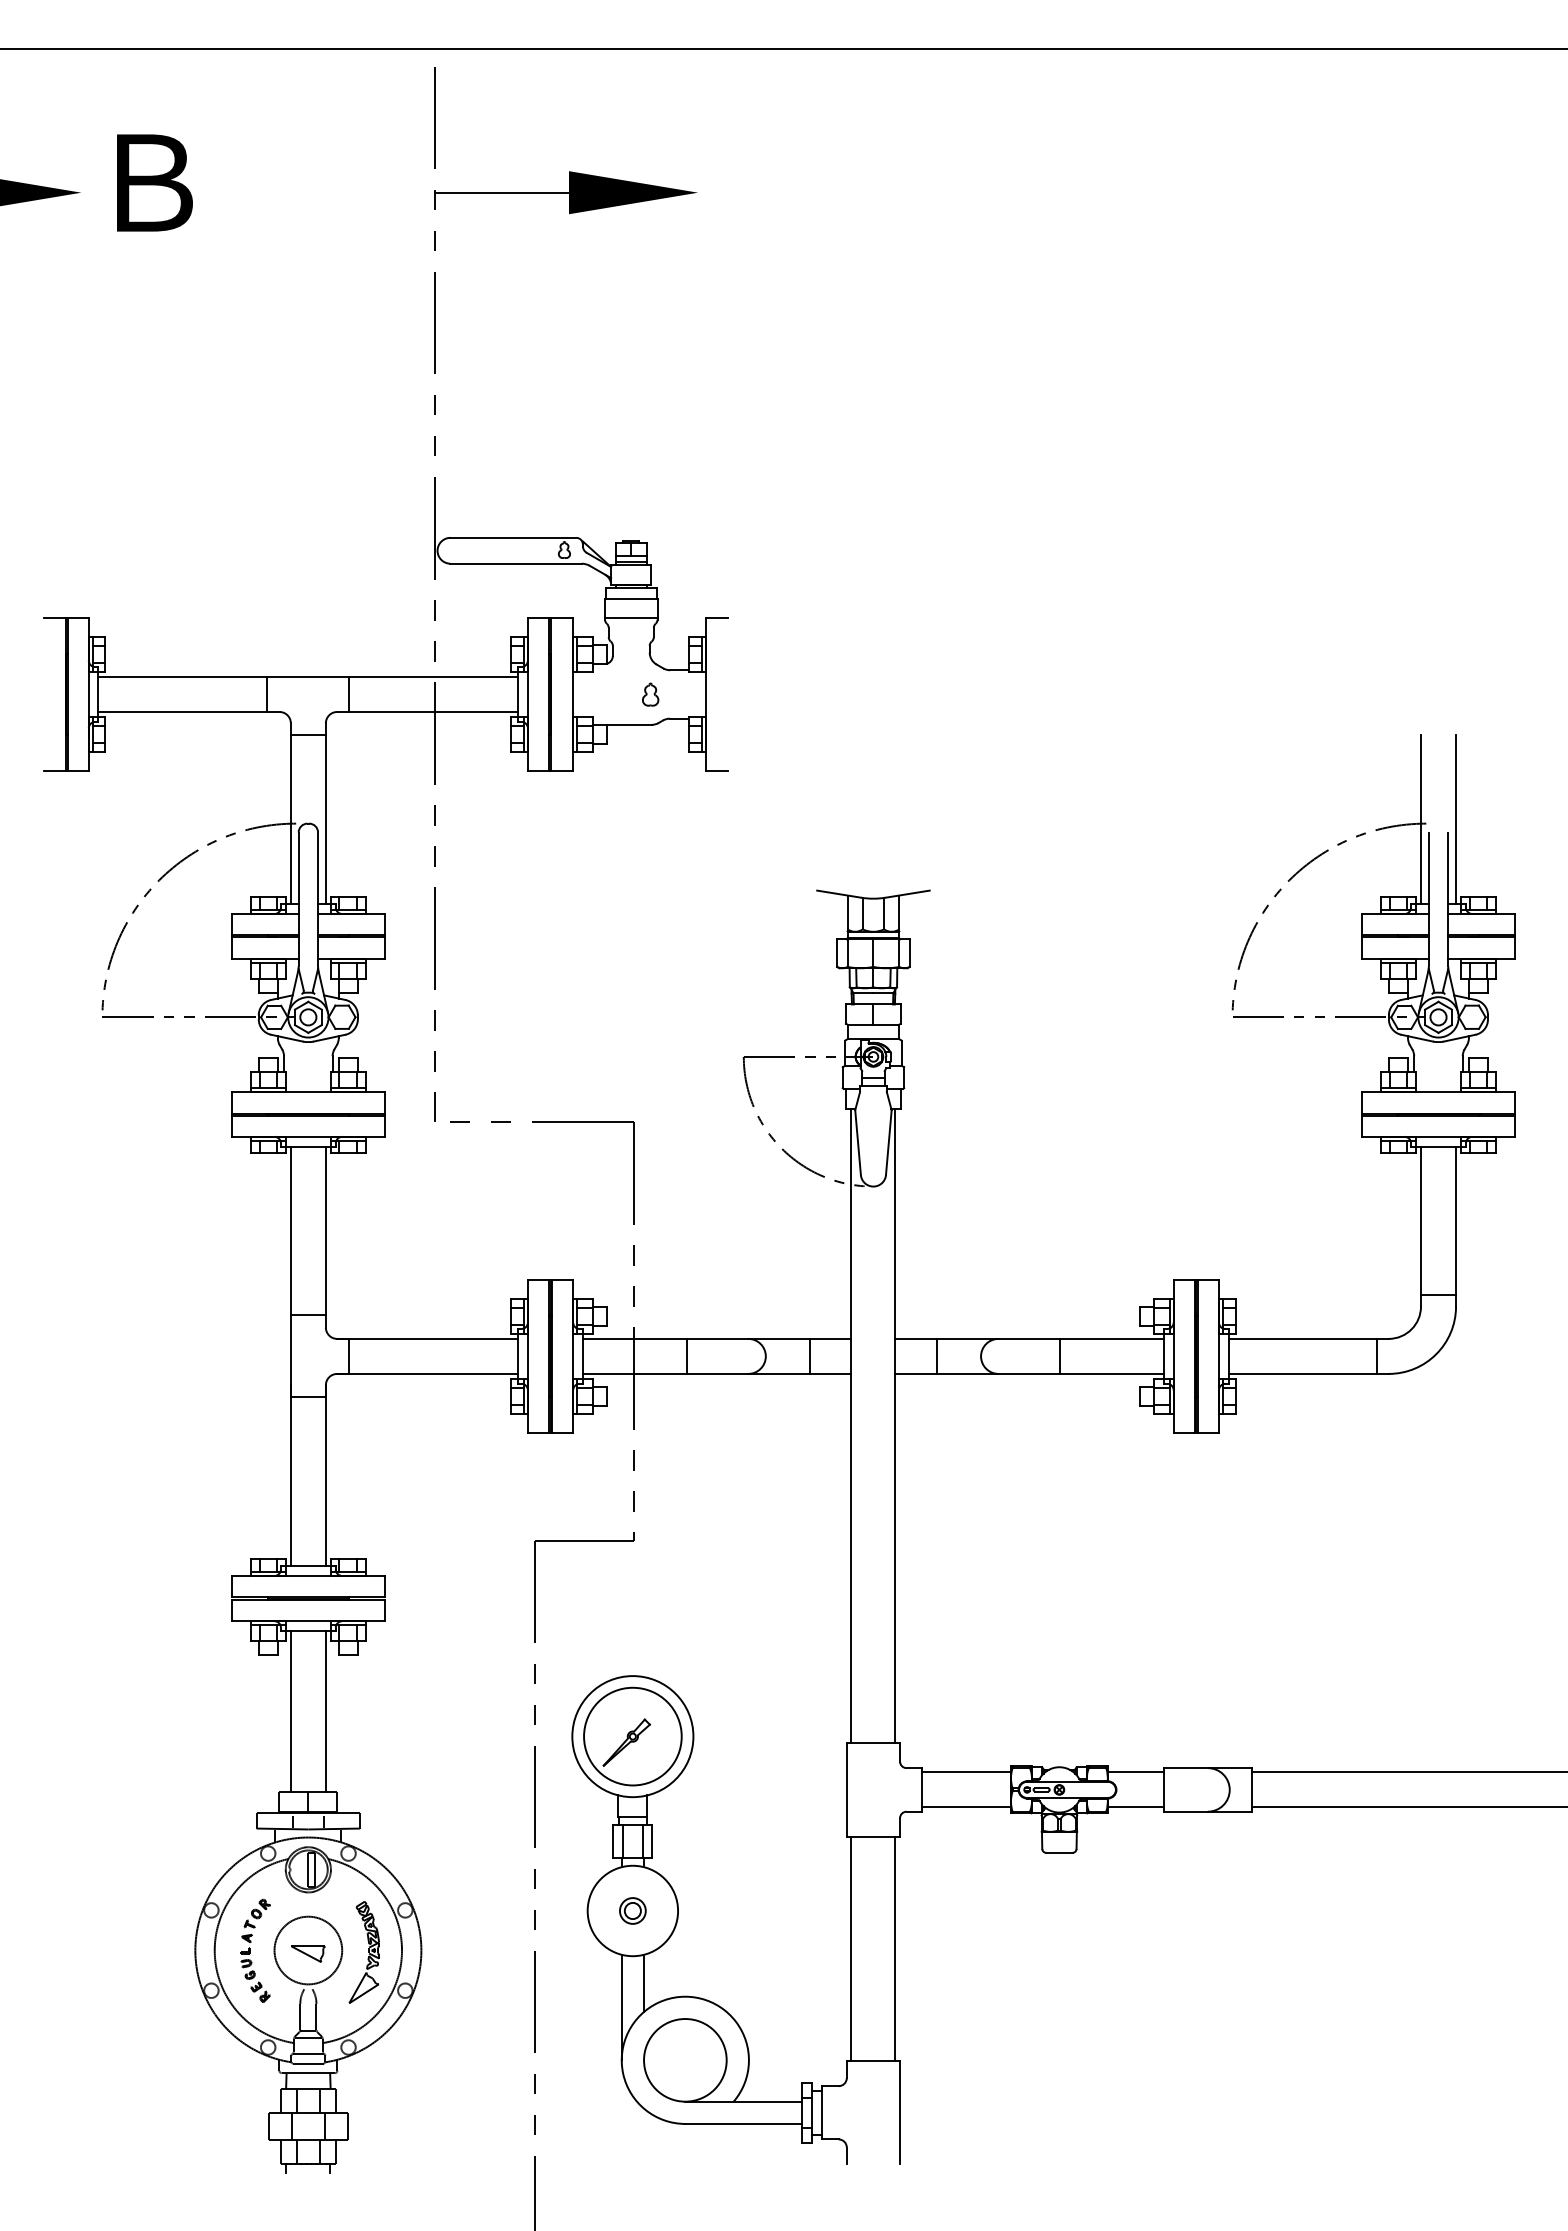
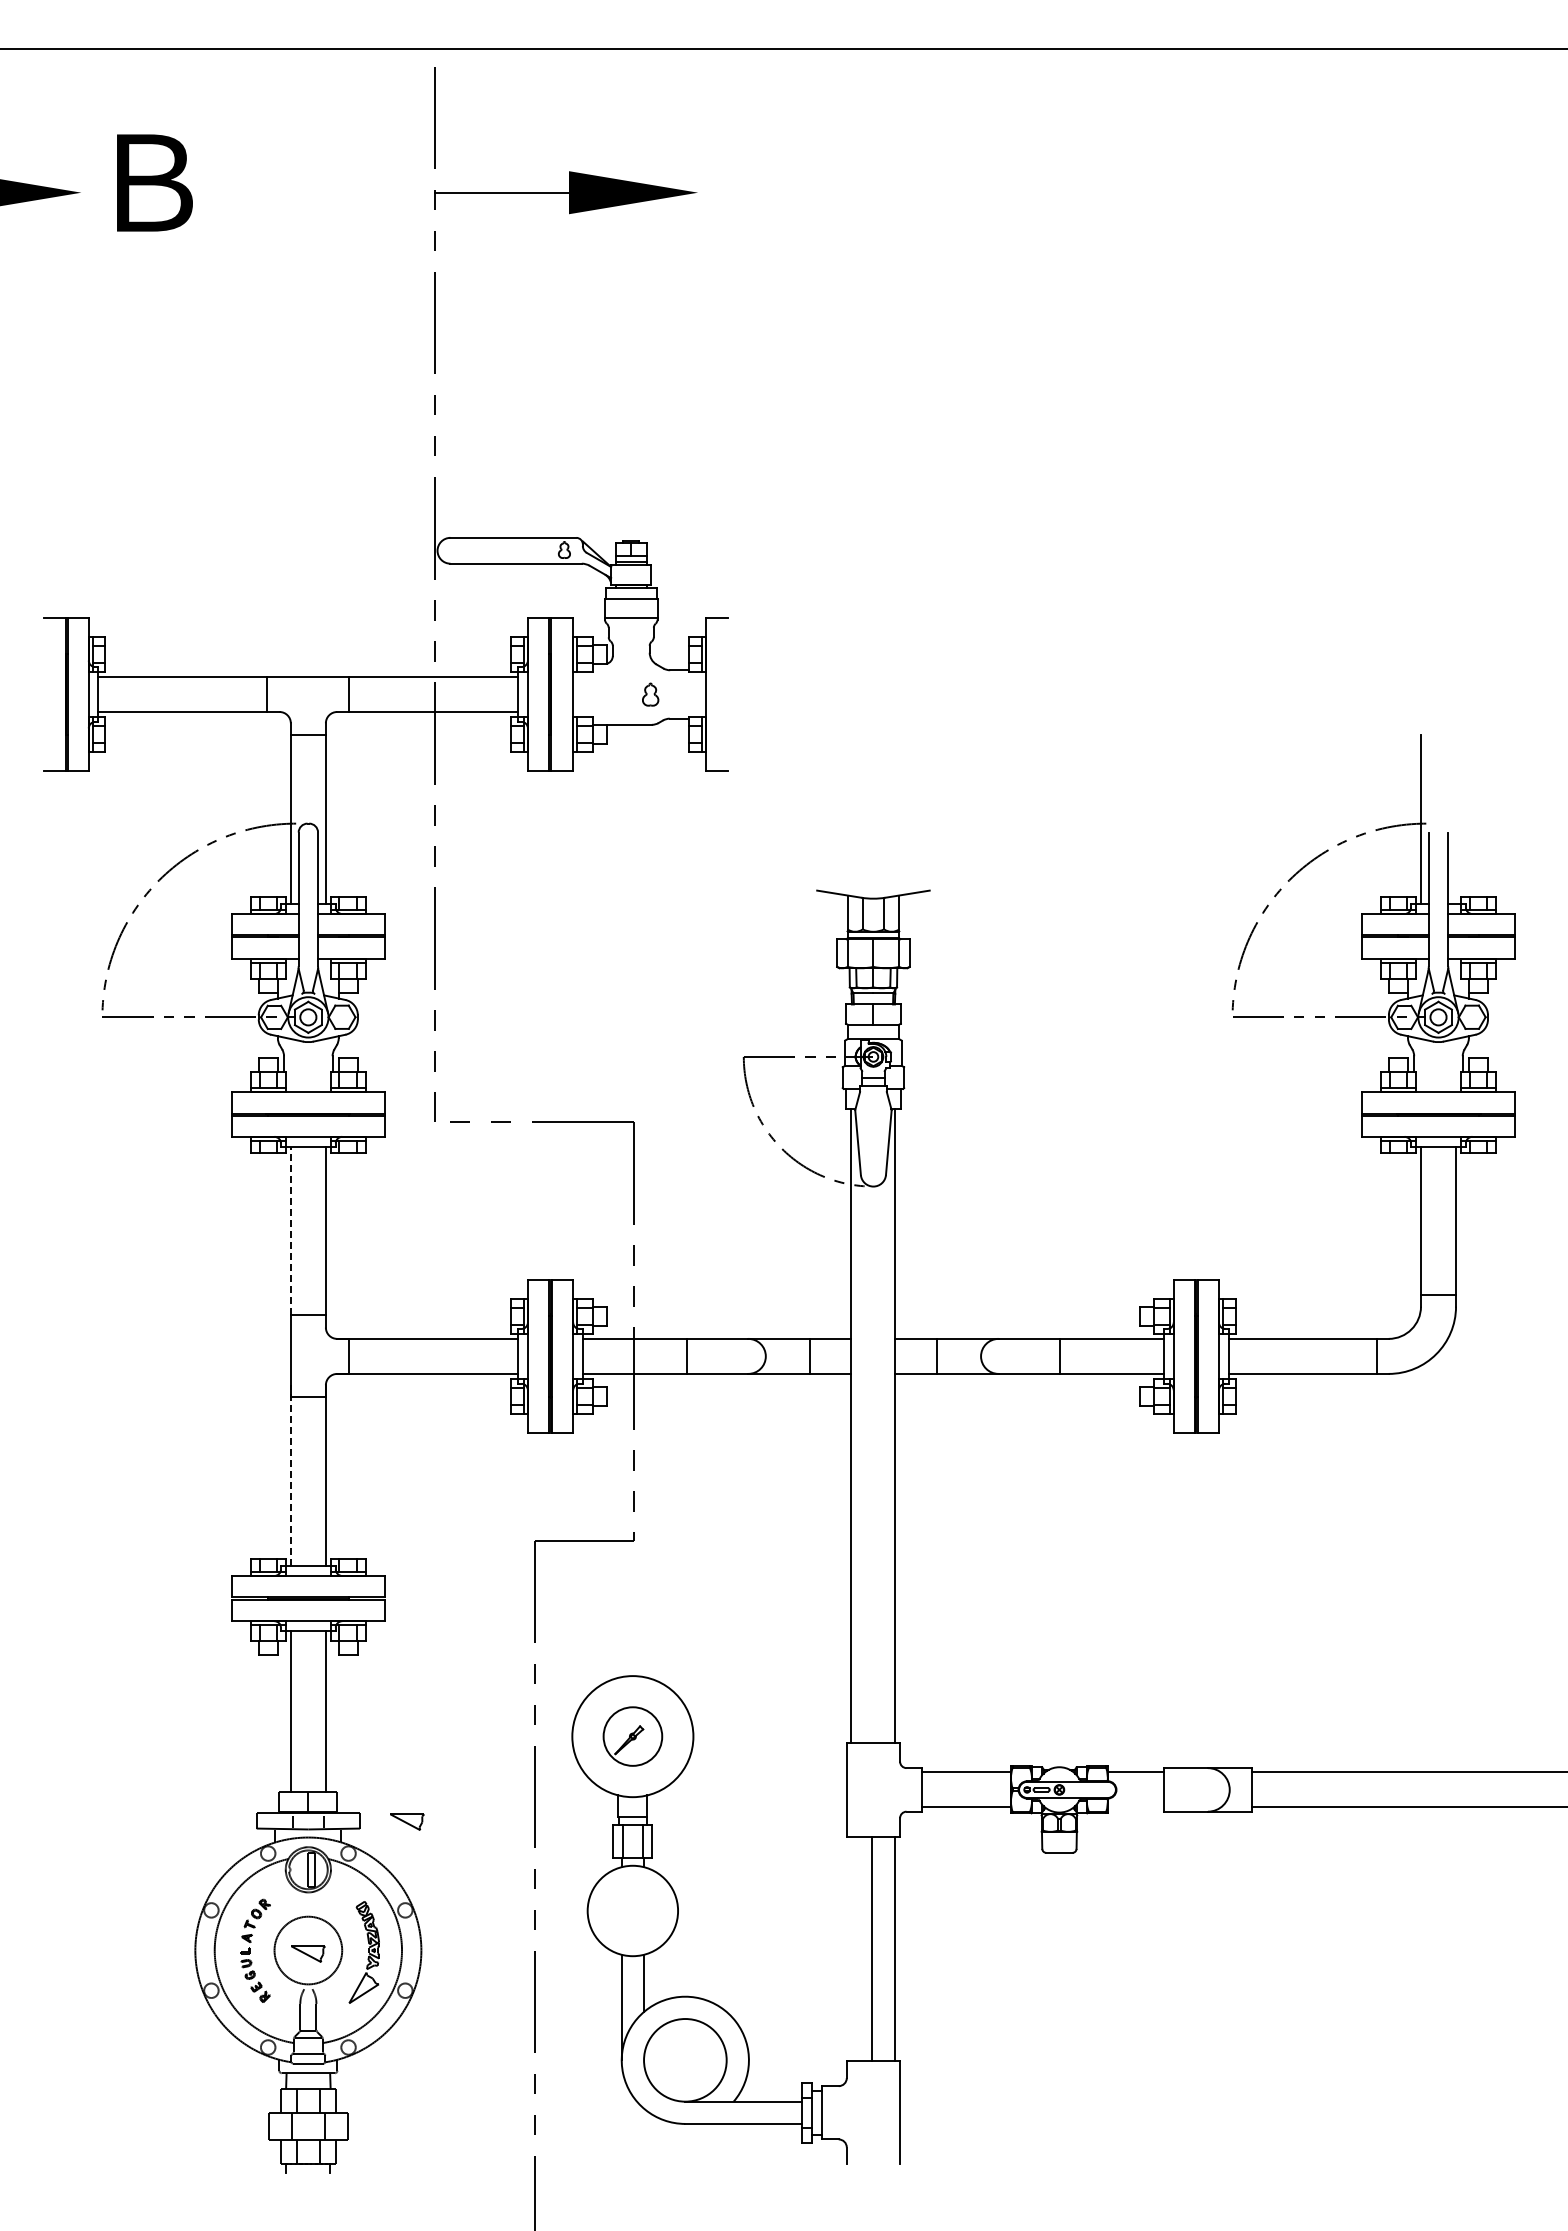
line at (1456, 819): present -> none
line at (290, 1230): solid -> dashed
line at (290, 1475): solid -> dashed
part at (632, 1736) size: 100x101 px -> 62x61 px
line at (1135, 1807): present -> none
part at (407, 1821): none -> present
part at (632, 1910): present -> none
line at (851, 1948) position: (851, 1948) -> (872, 1948)
